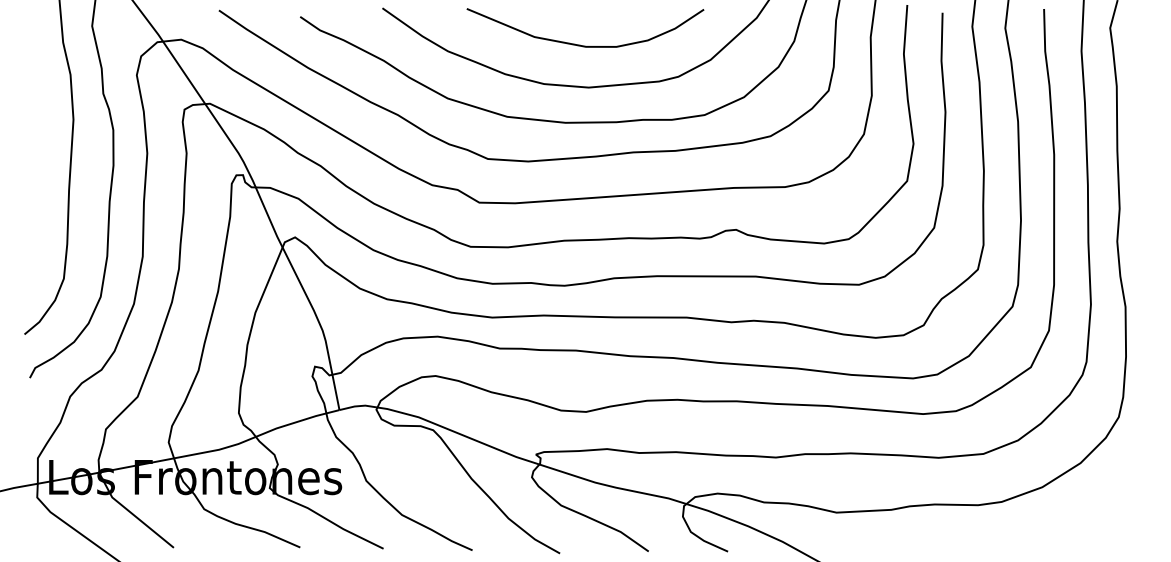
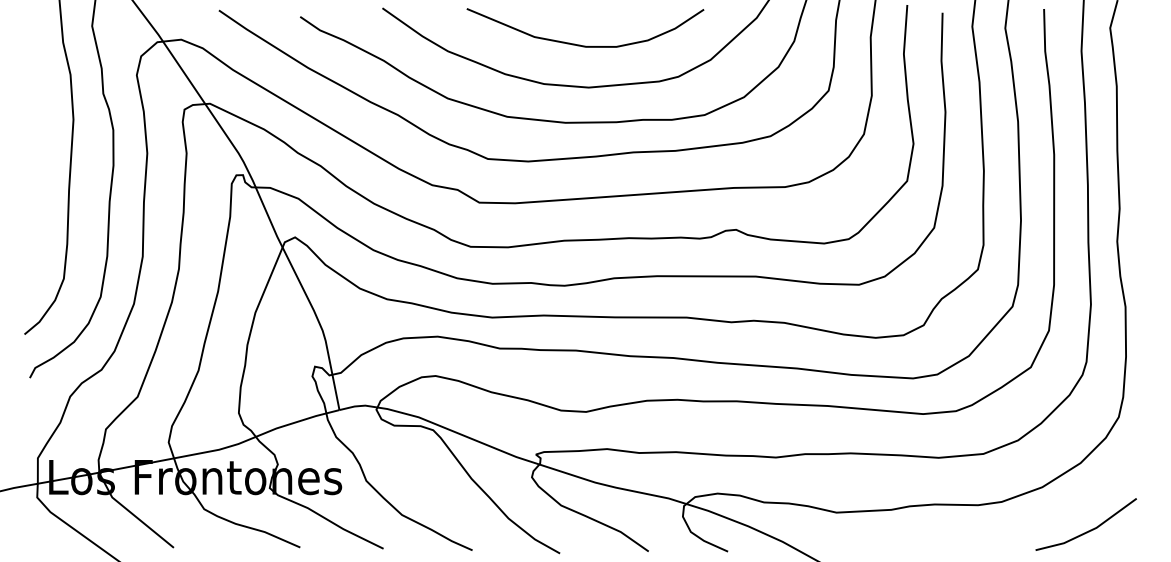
line at (1088, 530): none -> present
